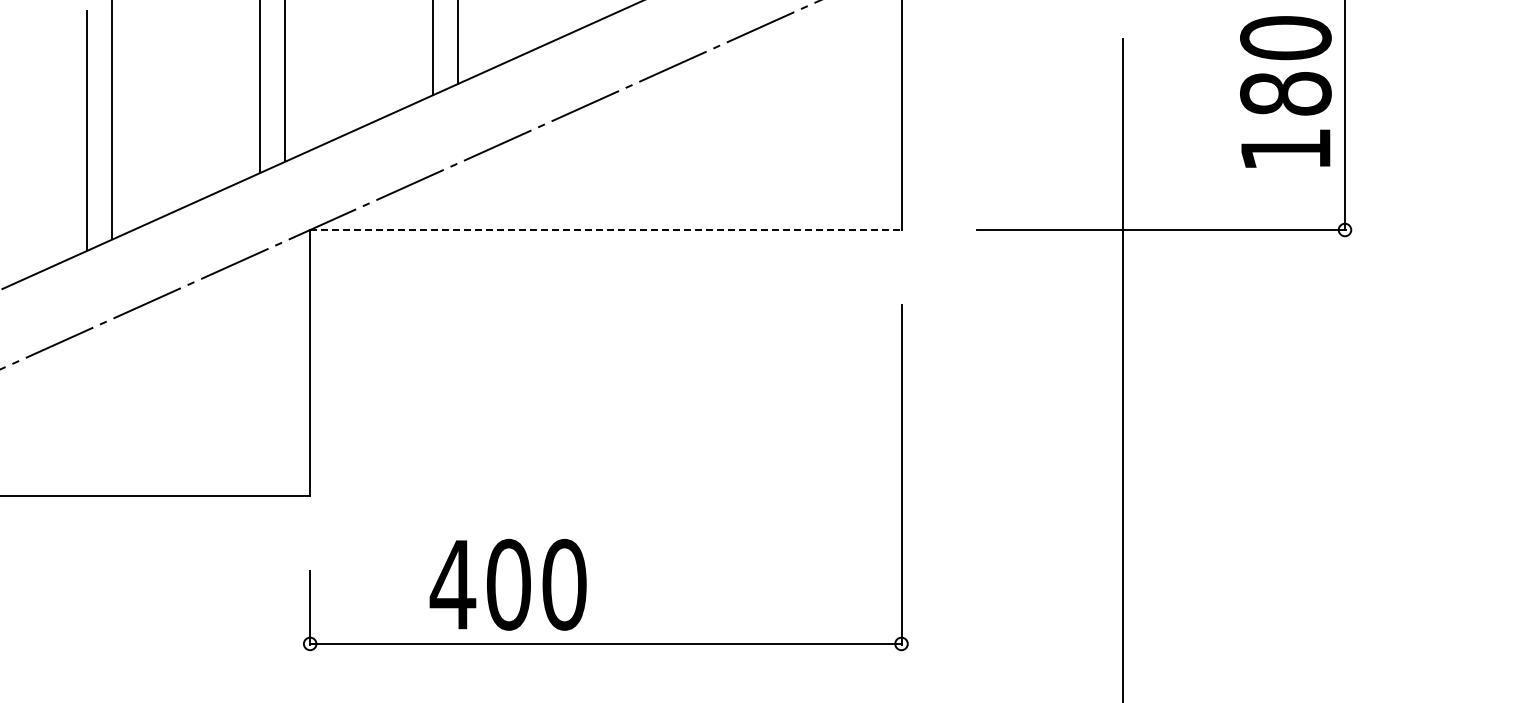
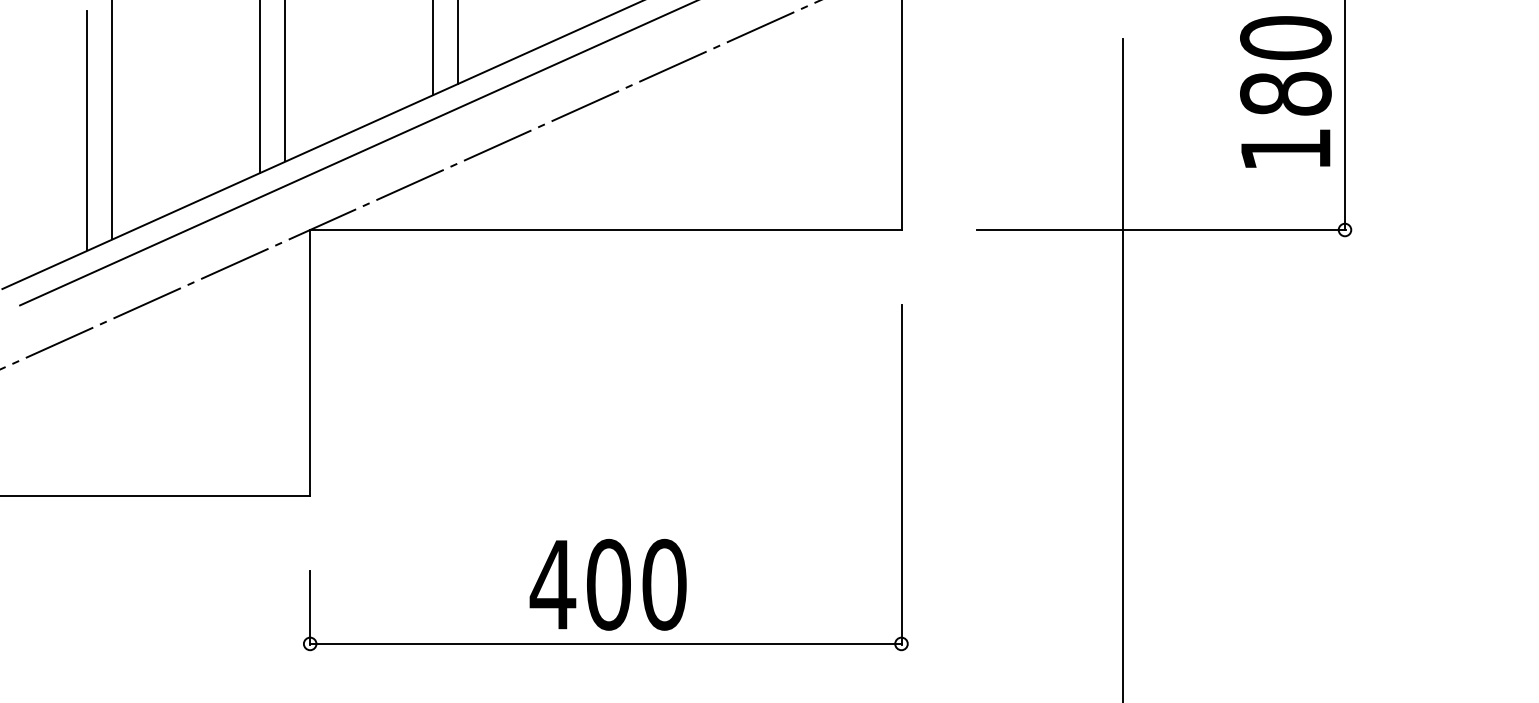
line at (357, 153): none -> present
line at (605, 230): dashed -> solid
text at (507, 584) position: (507, 584) -> (607, 584)
